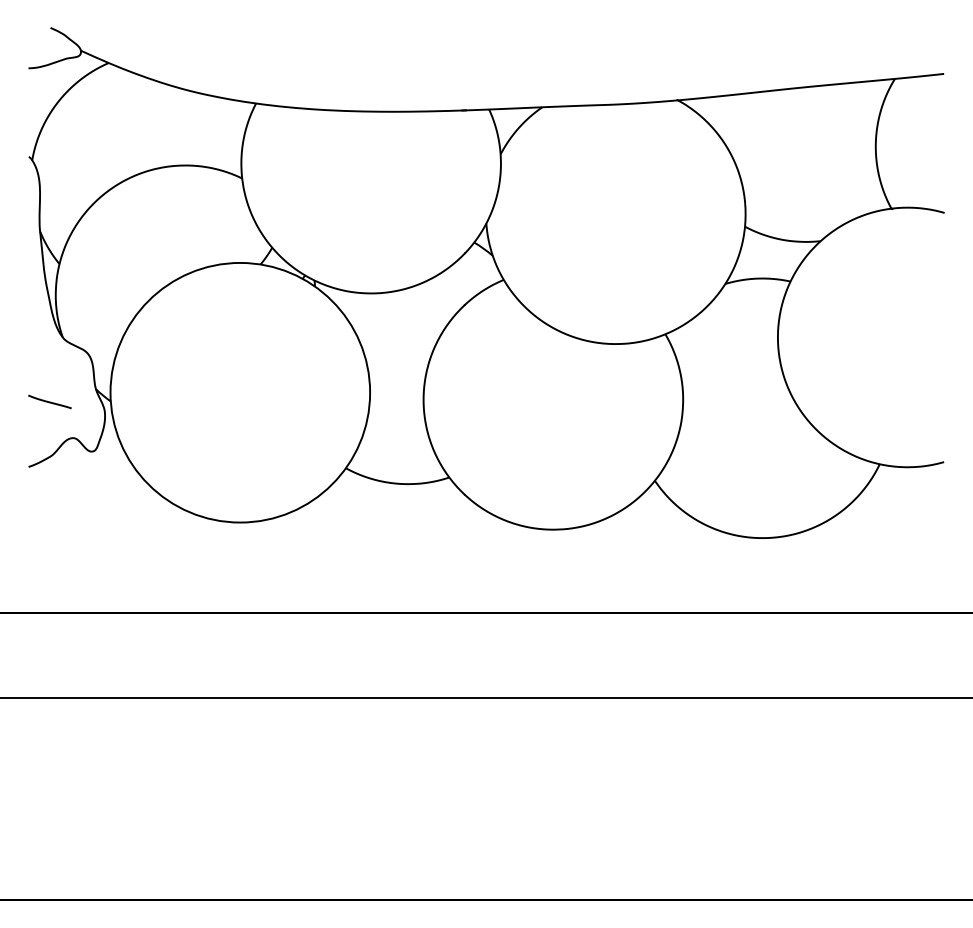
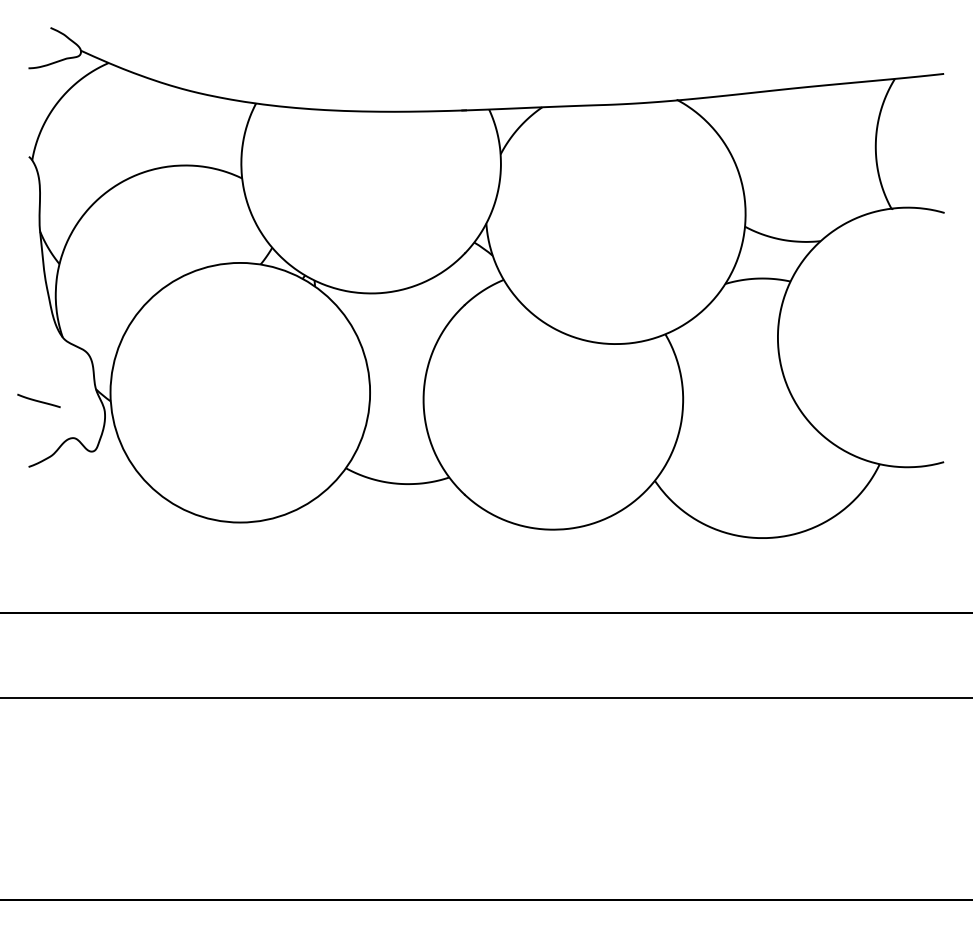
line at (49, 401) position: (49, 401) -> (38, 400)
